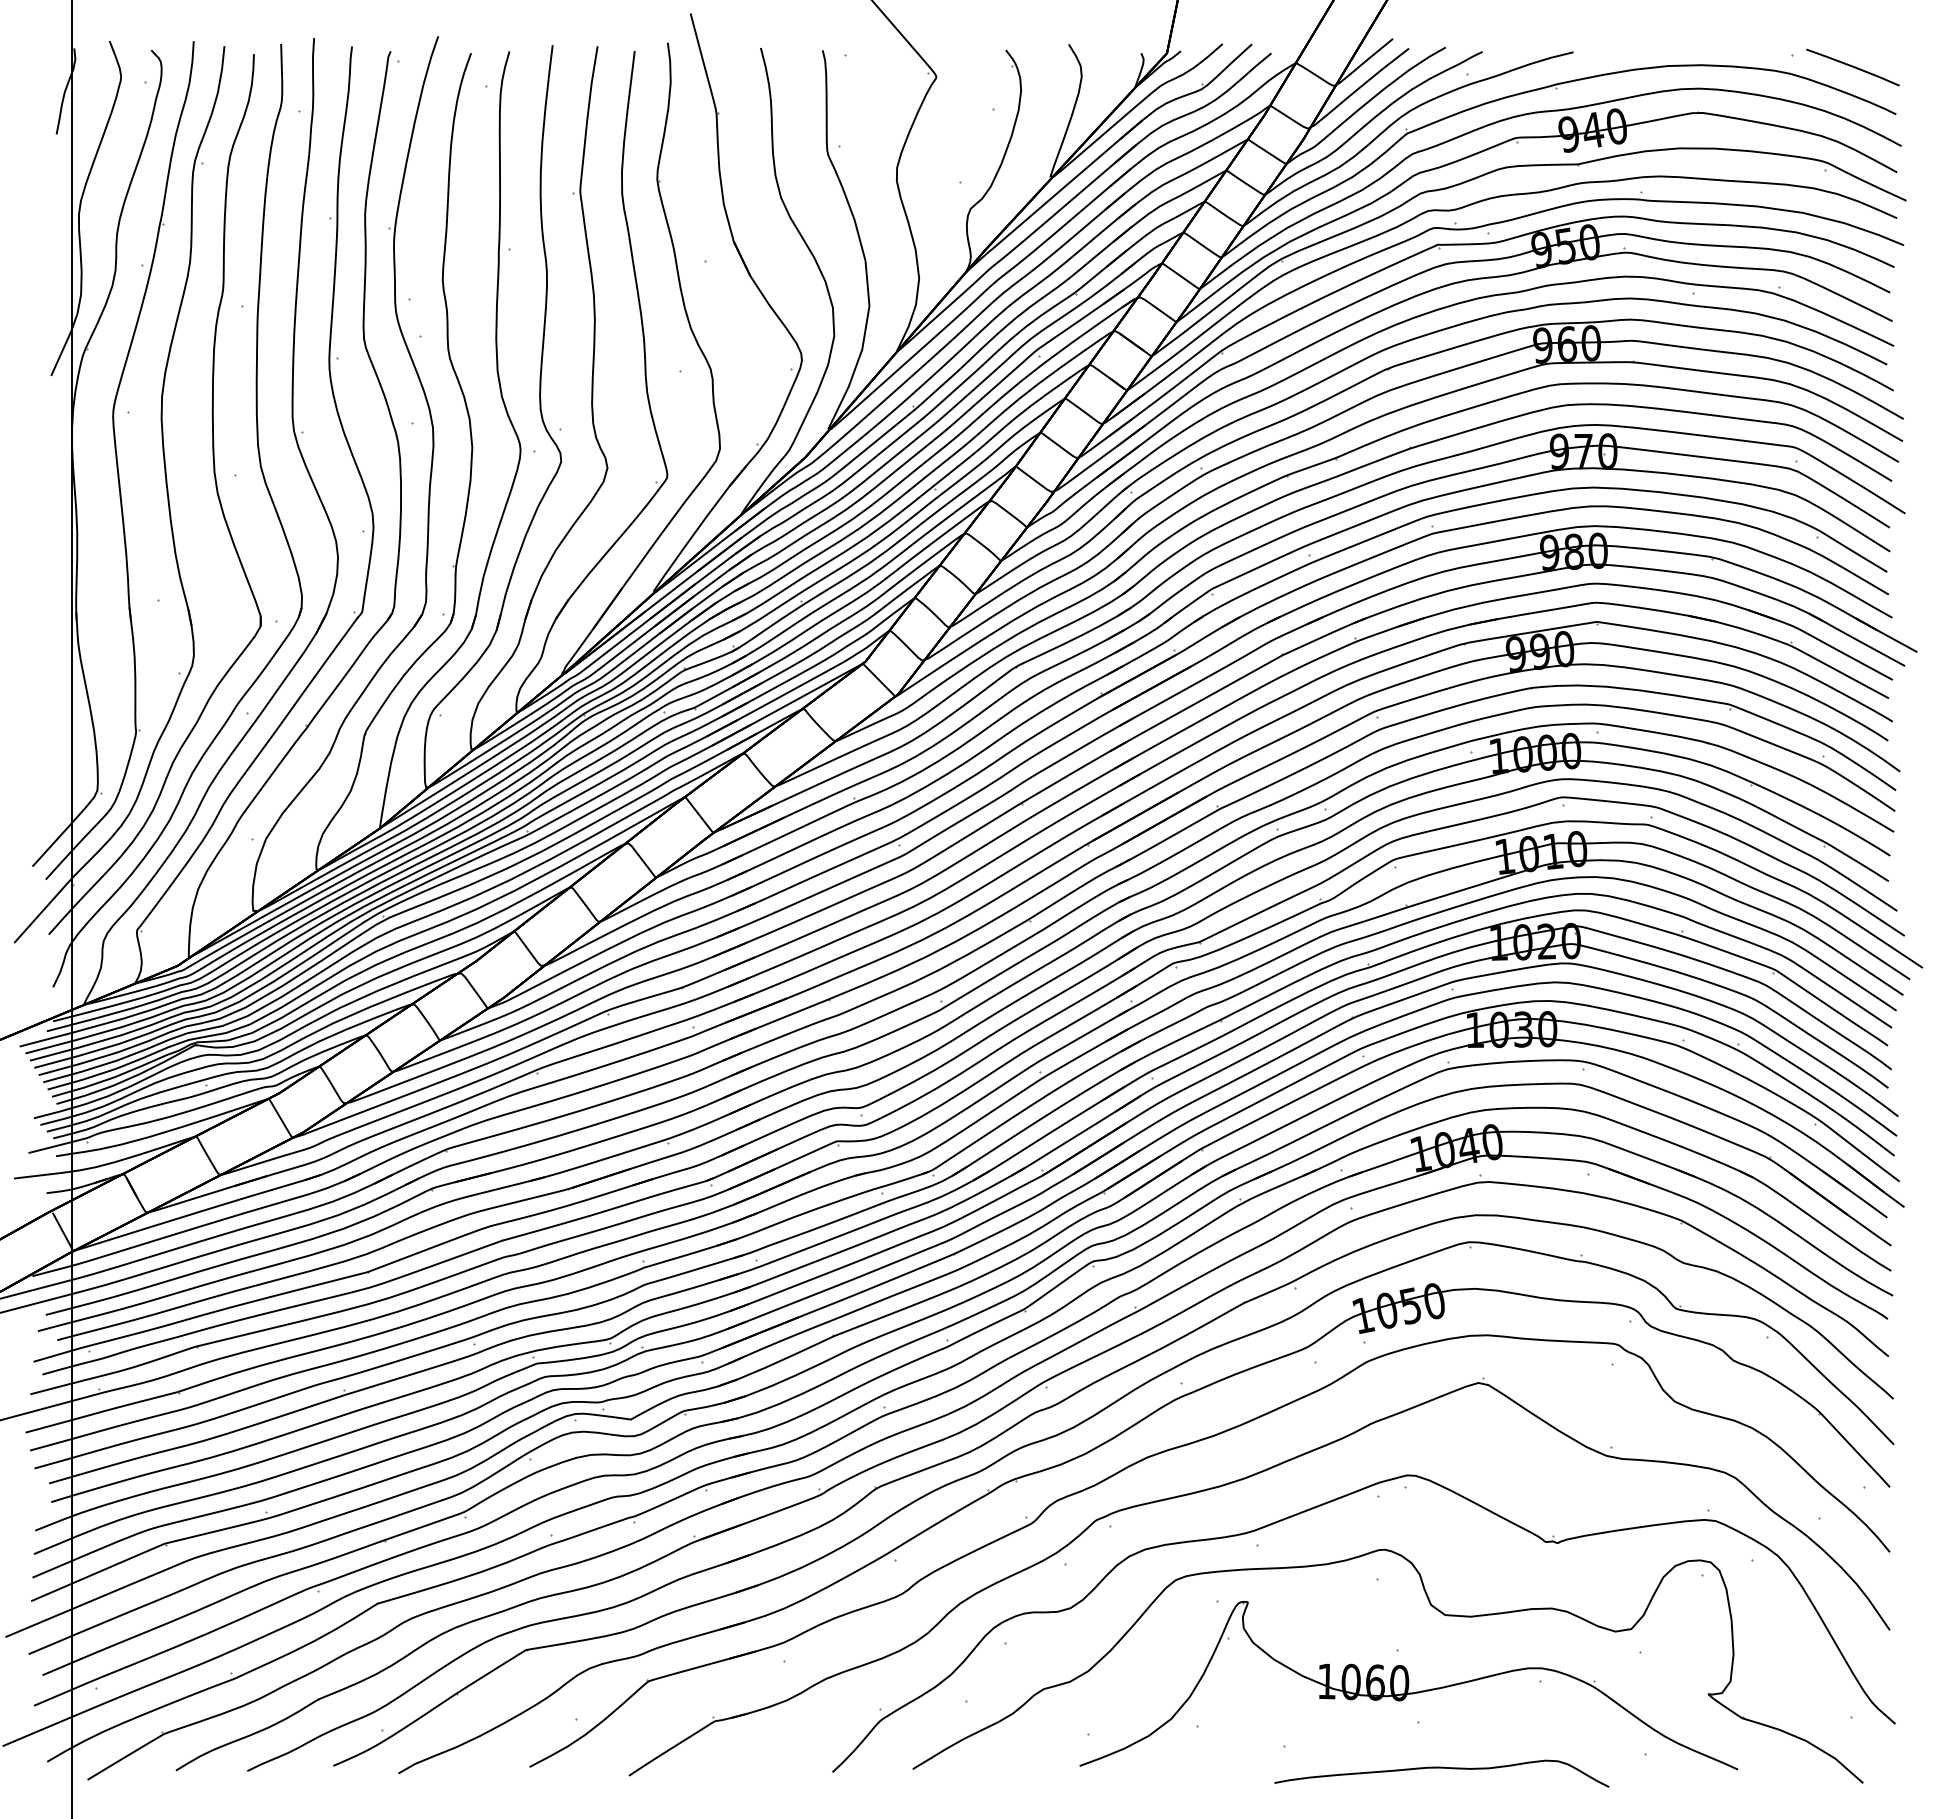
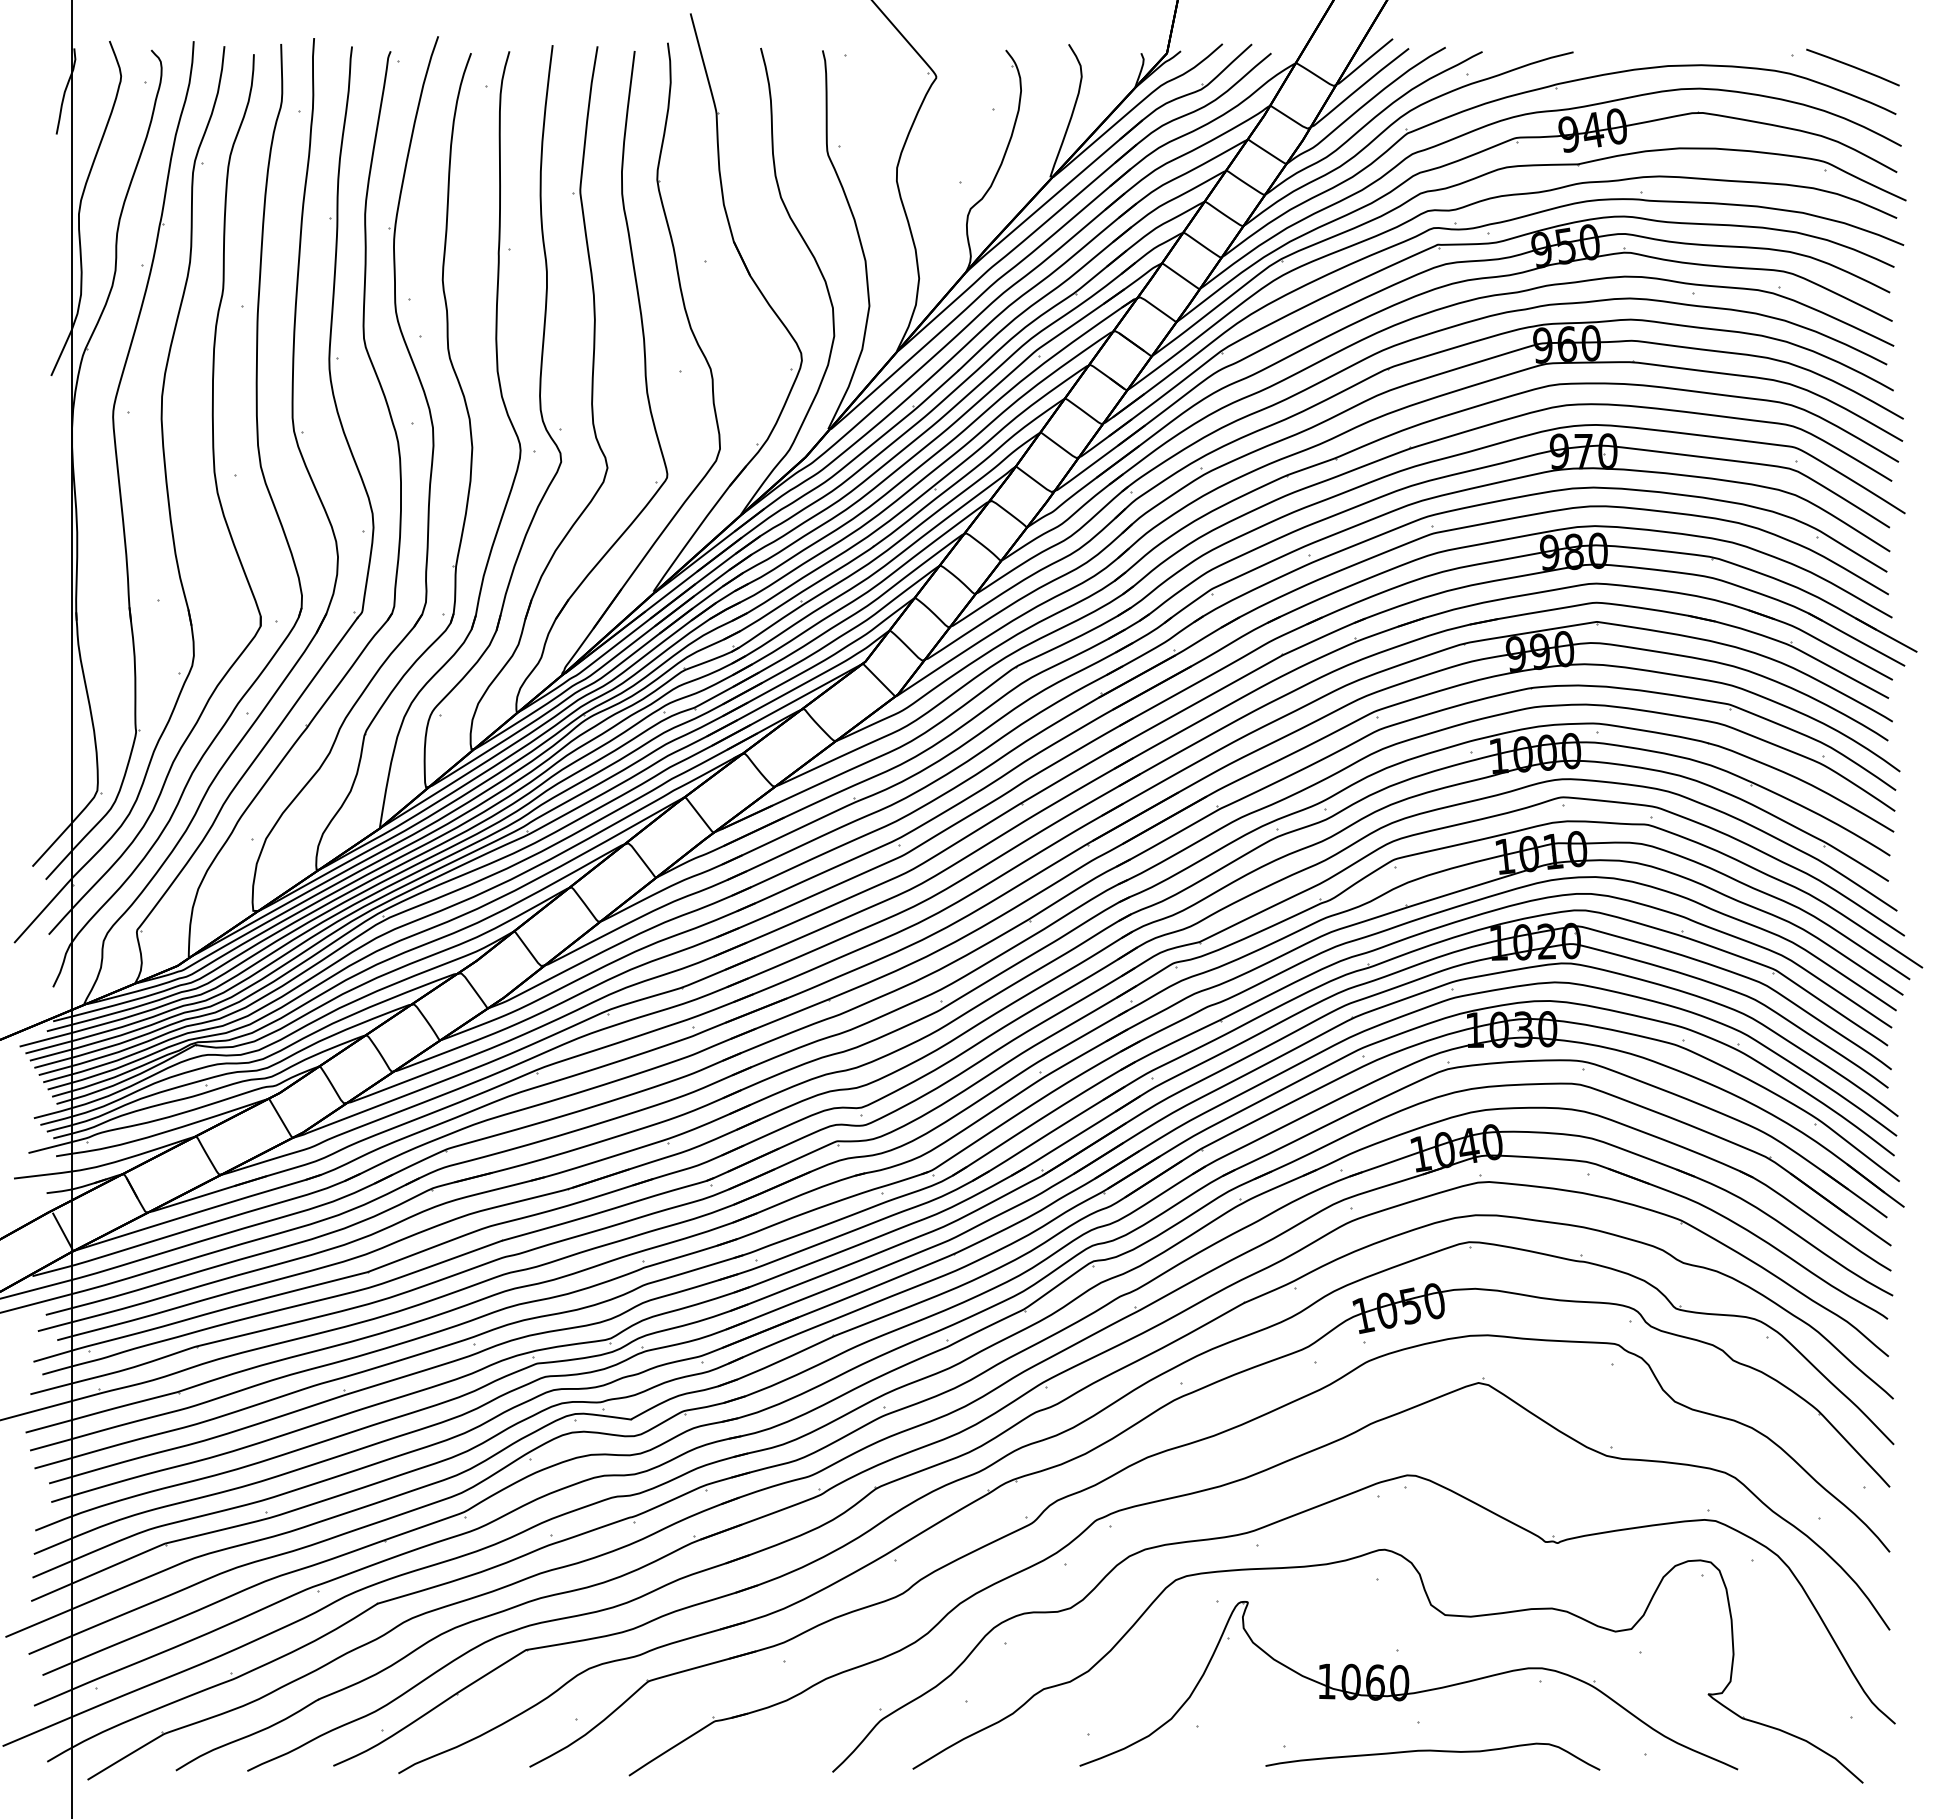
curve at (1441, 1768) position: (1441, 1768) -> (1432, 1751)
